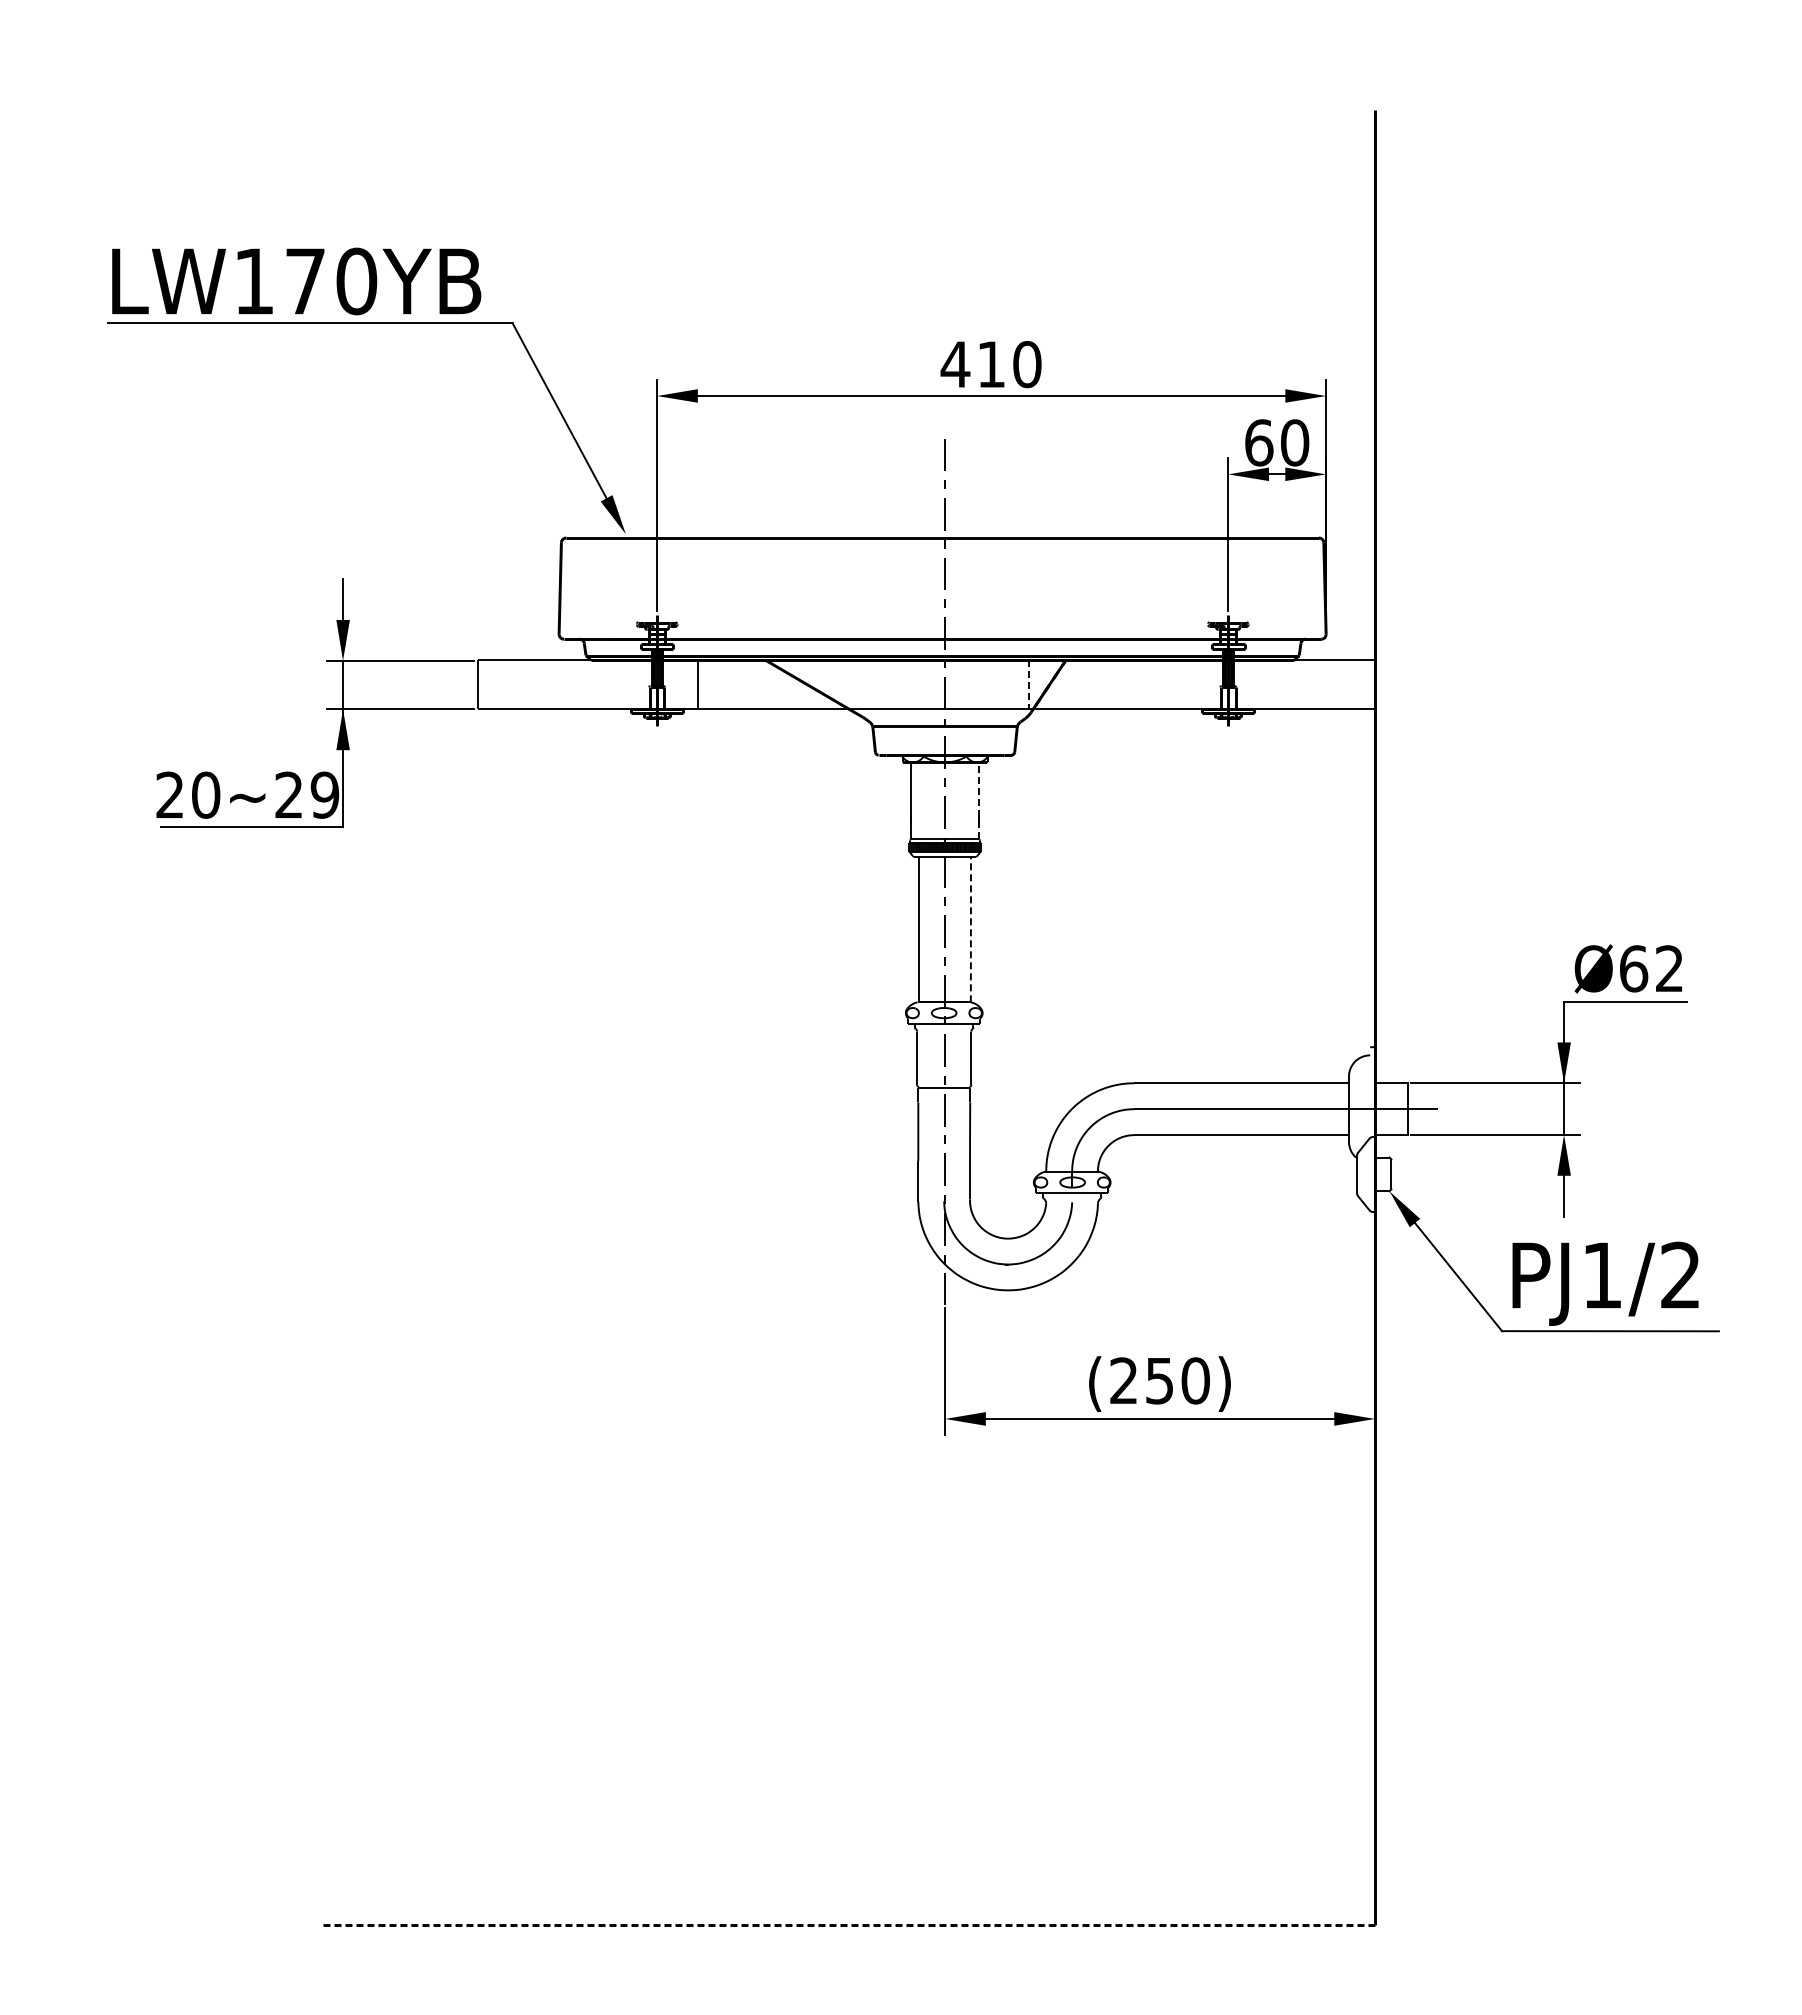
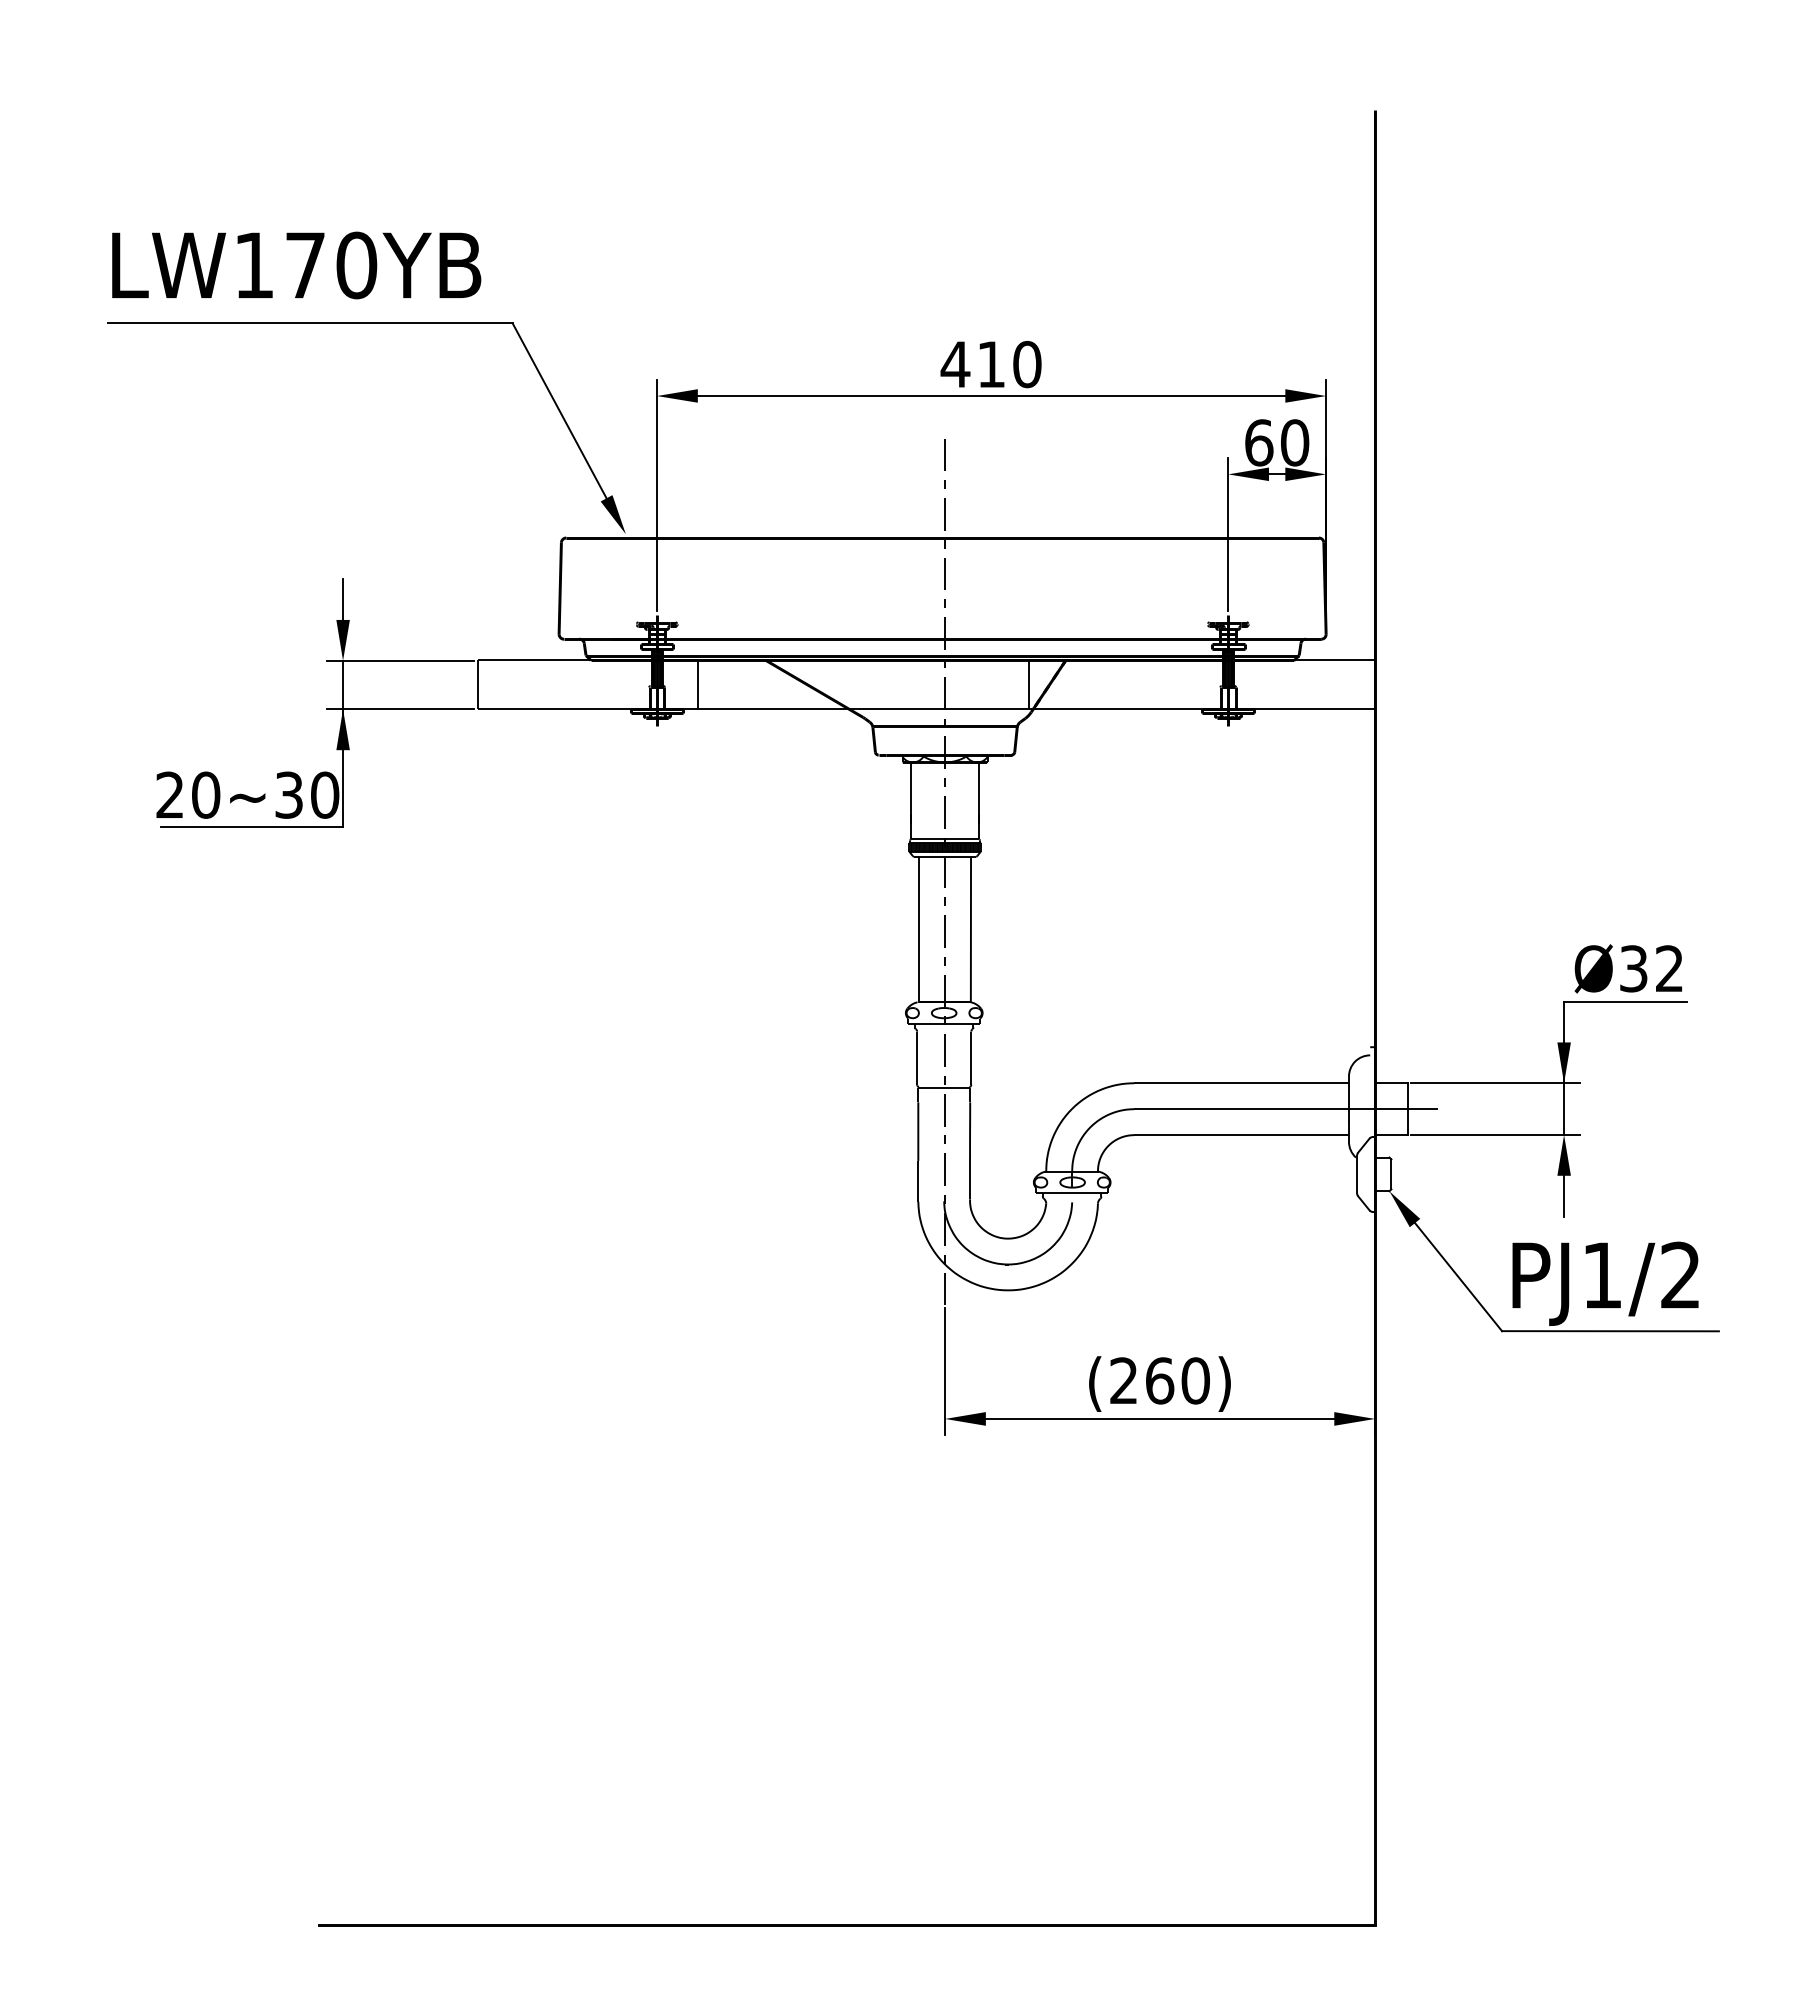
text at (296, 281) position: (296, 281) -> (296, 265)
line at (1028, 685): dashed -> solid
text at (307, 794): 20~29 -> 20~30
line at (979, 800): dashed -> solid
line at (970, 929): dashed -> solid
text at (1634, 968): Ø62 -> Ø32
text at (1160, 1380): (250) -> (260)
line at (847, 1925): dashed -> solid
